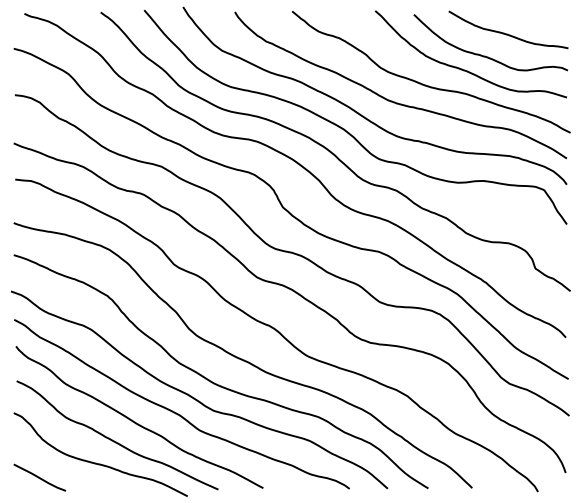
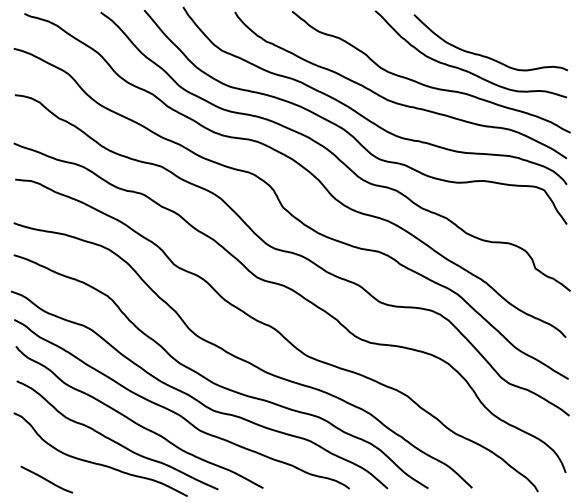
curve at (507, 33): present -> none
curve at (39, 477) position: (39, 477) -> (46, 479)
